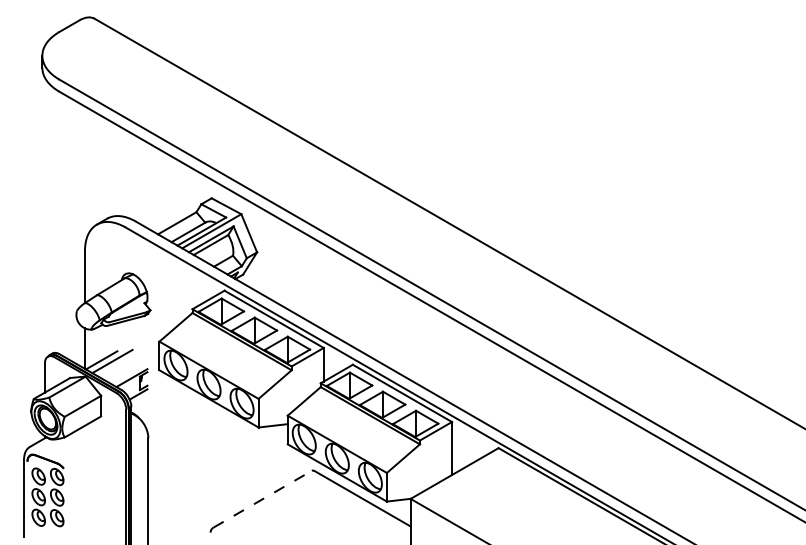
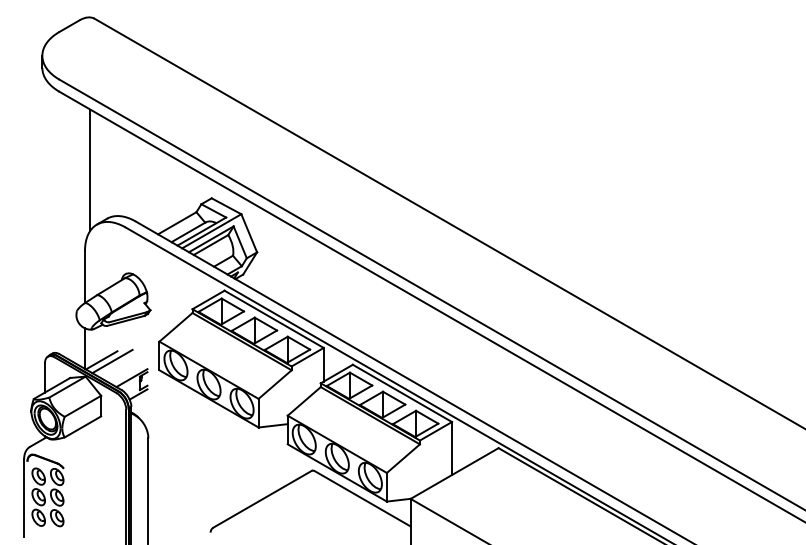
line at (90, 169): none -> present
line at (262, 499): dashed -> solid
